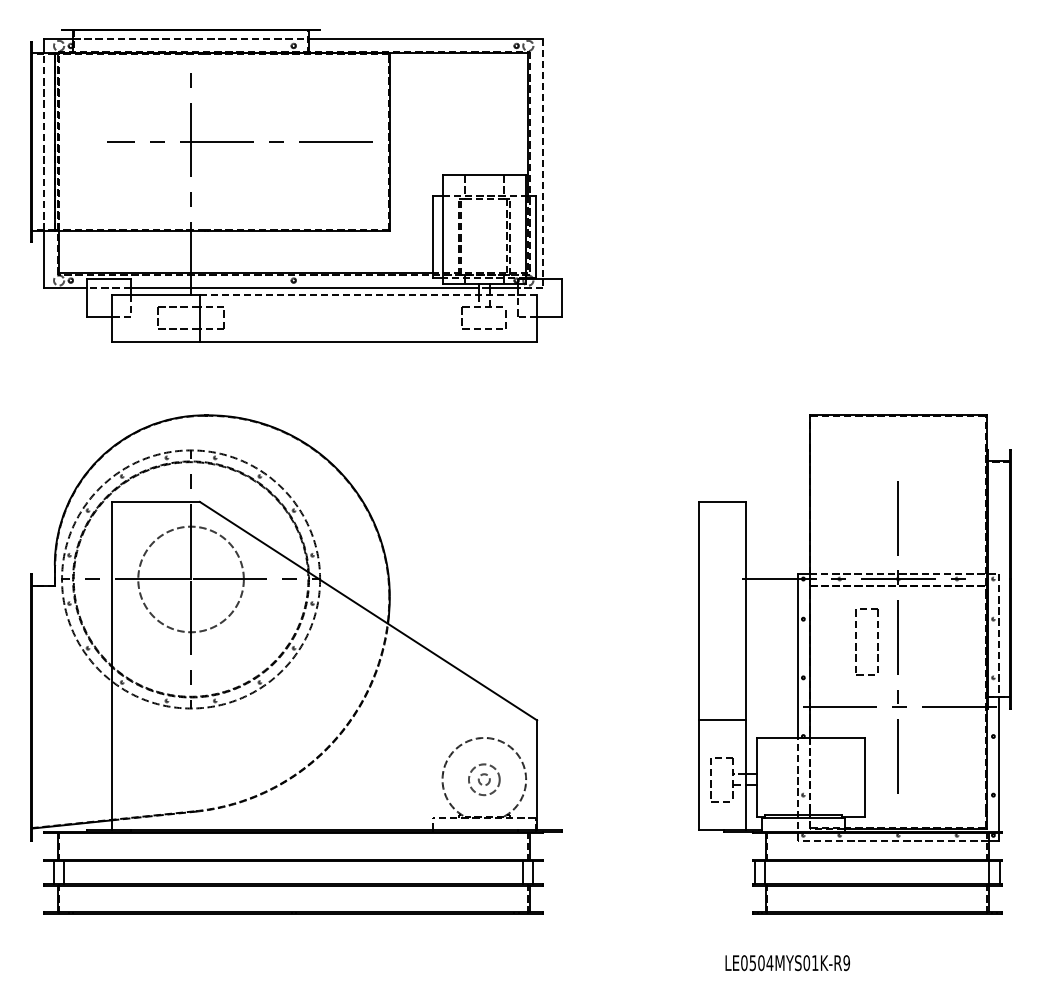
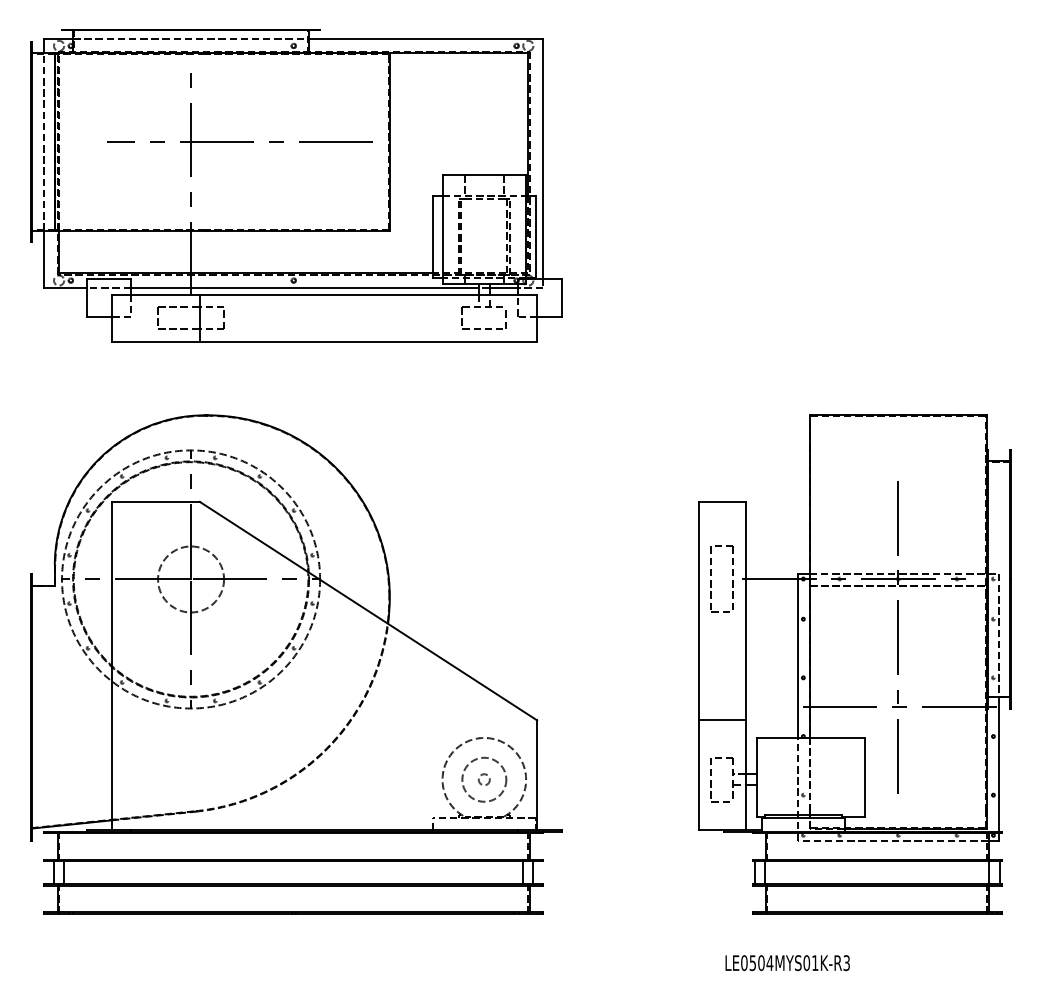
line at (543, 158): dashed -> solid
line at (368, 294): dashed -> solid
circle at (190, 579) diameter: 106 px -> 66 px
part at (856, 643) position: (856, 643) -> (711, 580)
circle at (483, 779) diameter: 31 px -> 44 px
text at (846, 962): LE0504MYS01K-R9 -> LE0504MYS01K-R3
